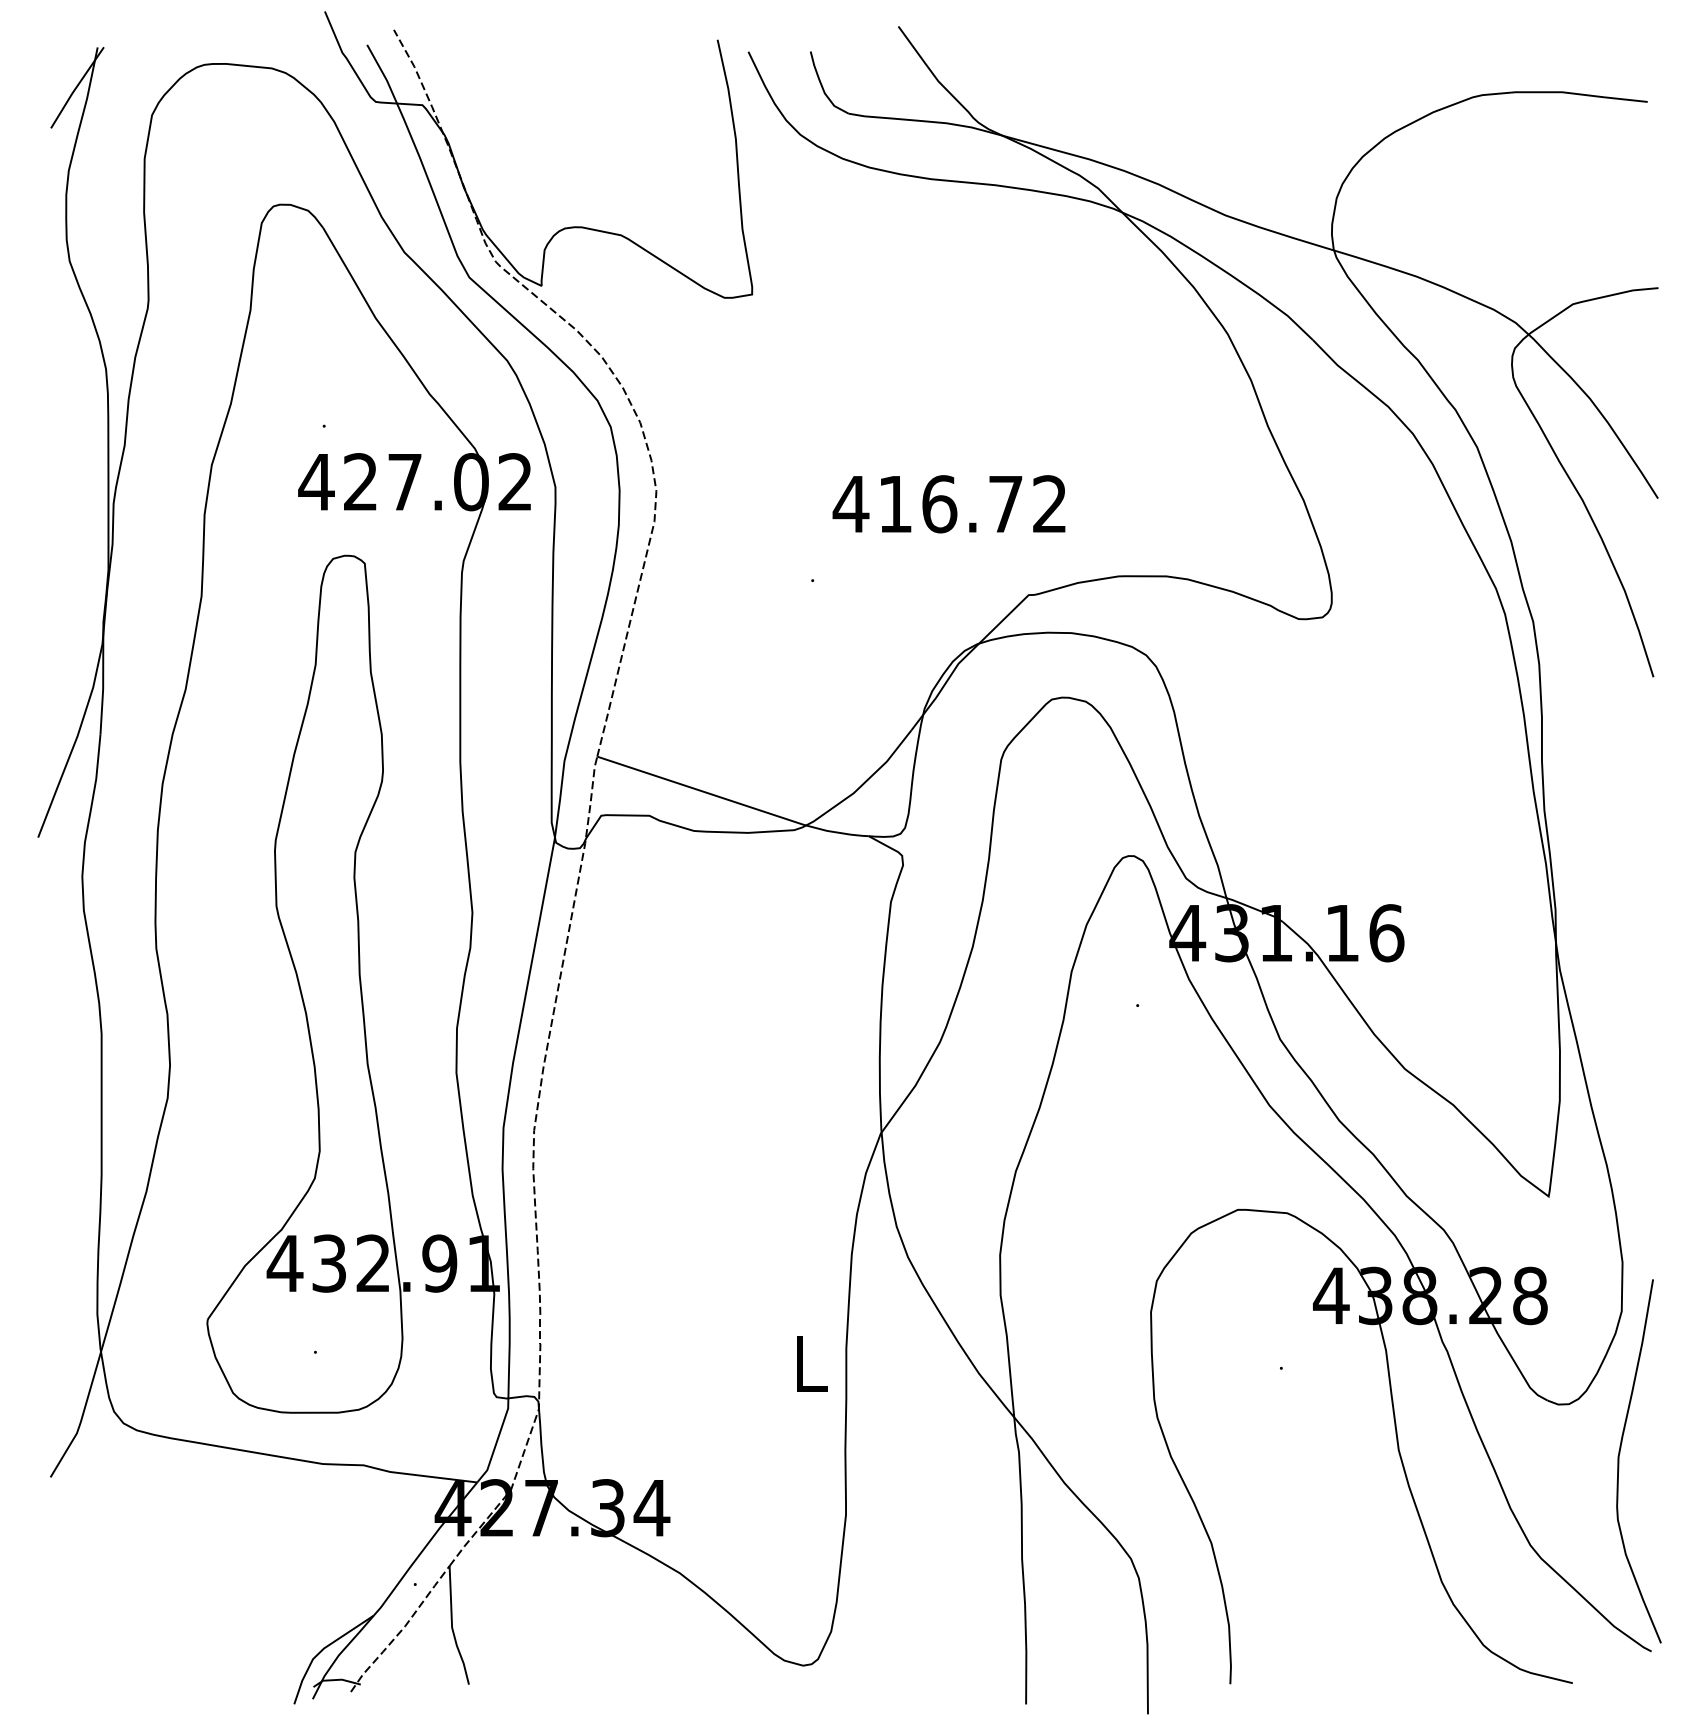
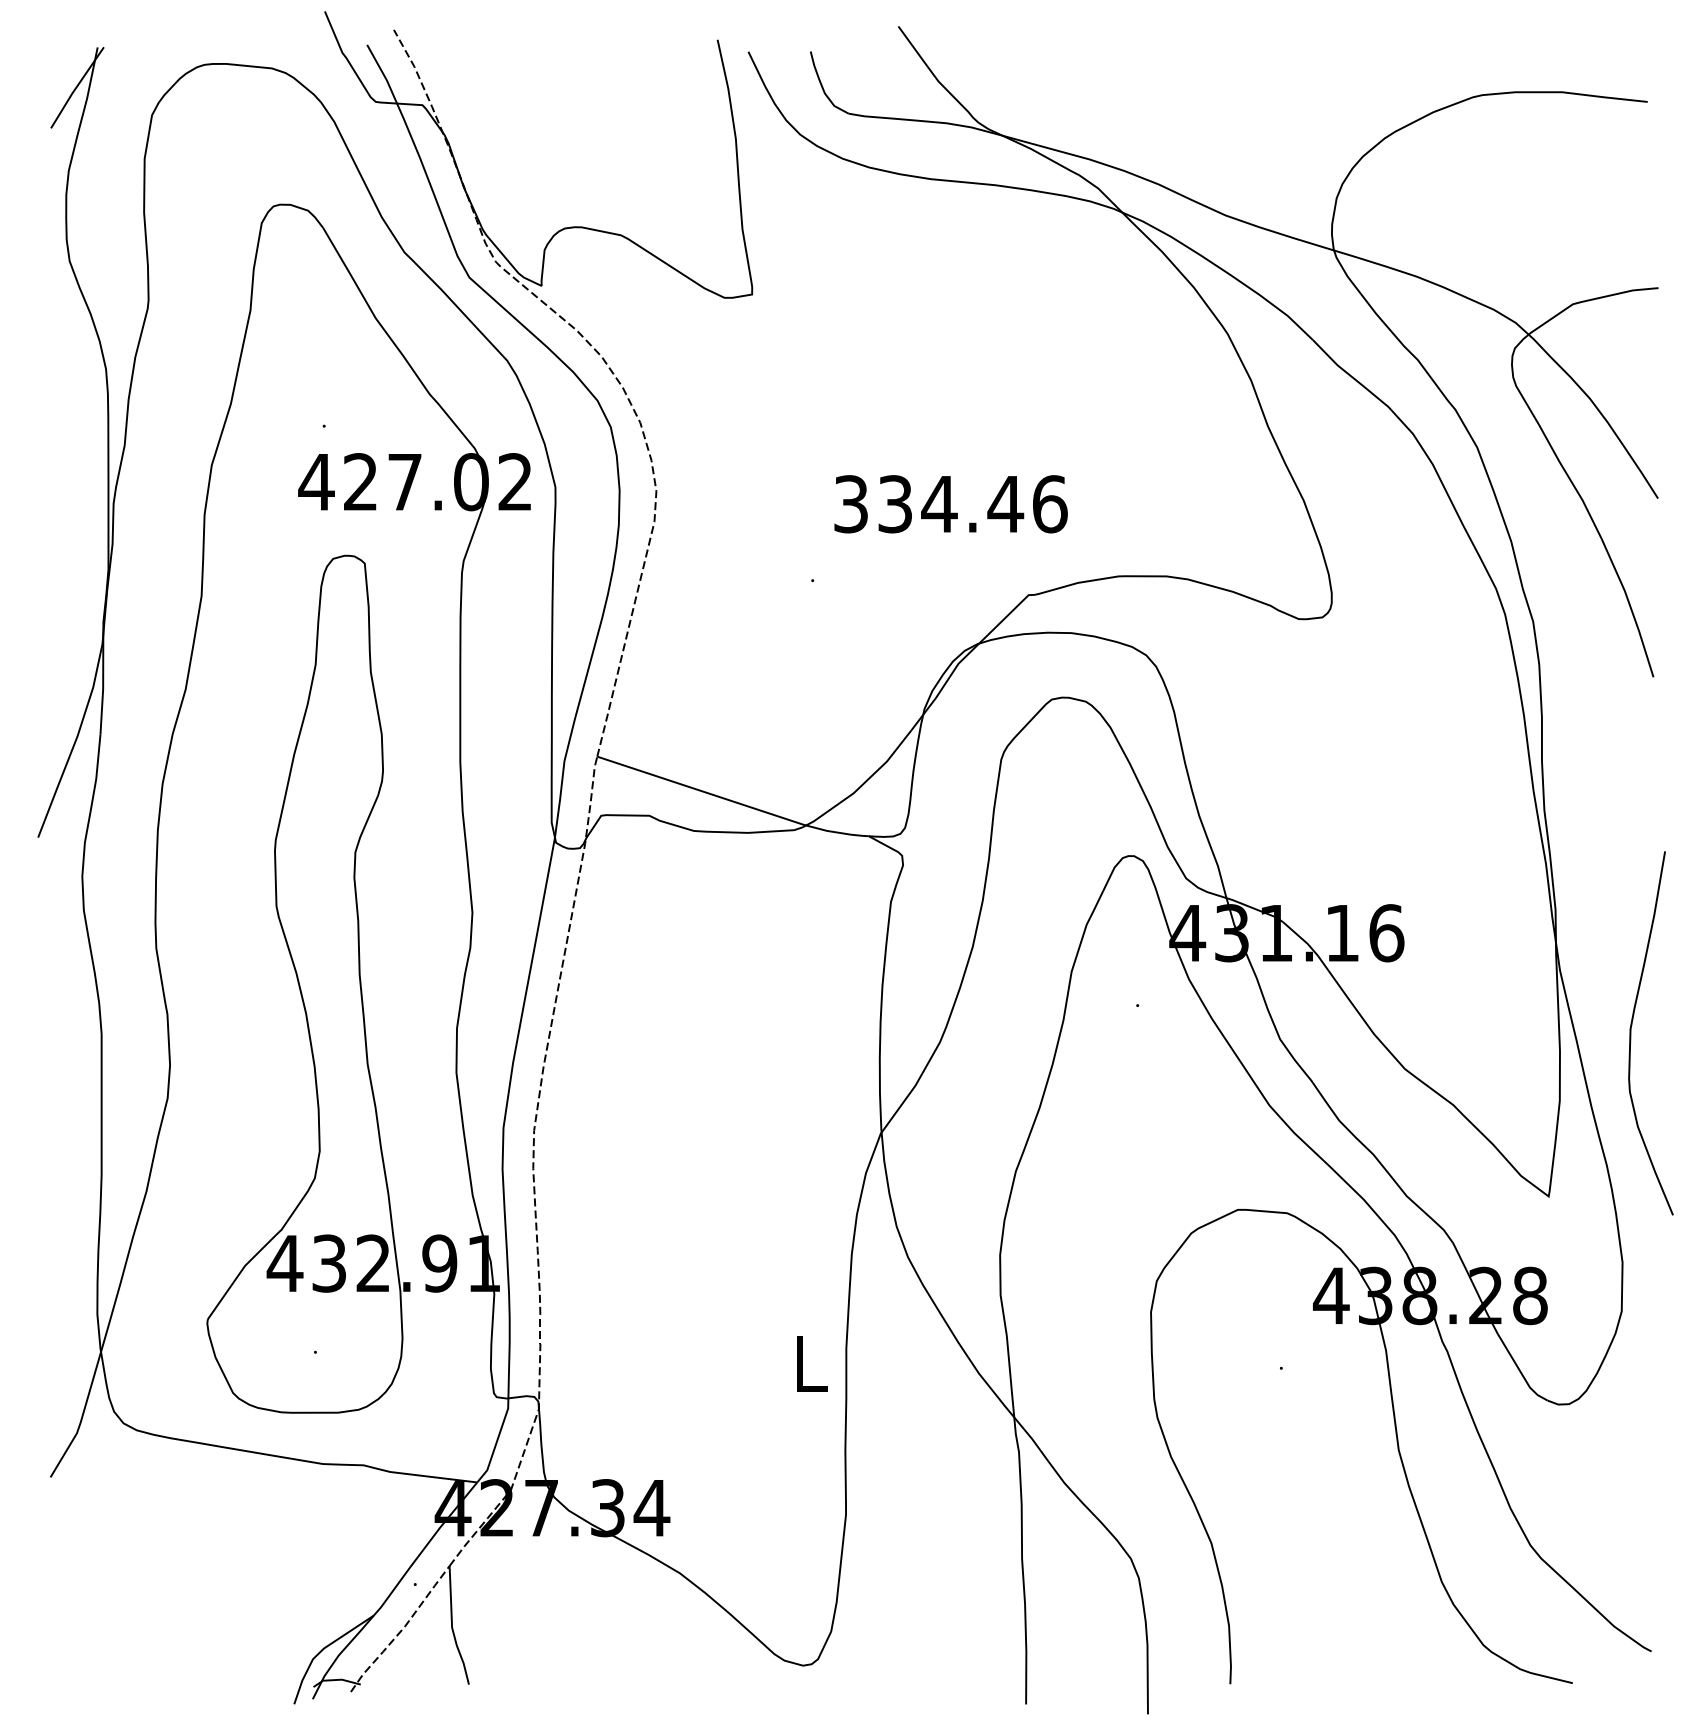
text at (949, 504): 416.72 -> 334.46
curve at (1619, 1461) position: (1619, 1461) -> (1631, 1033)
